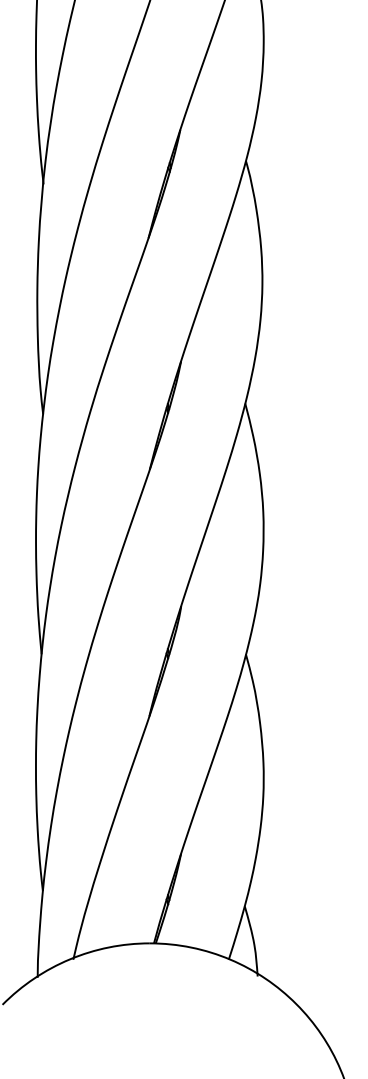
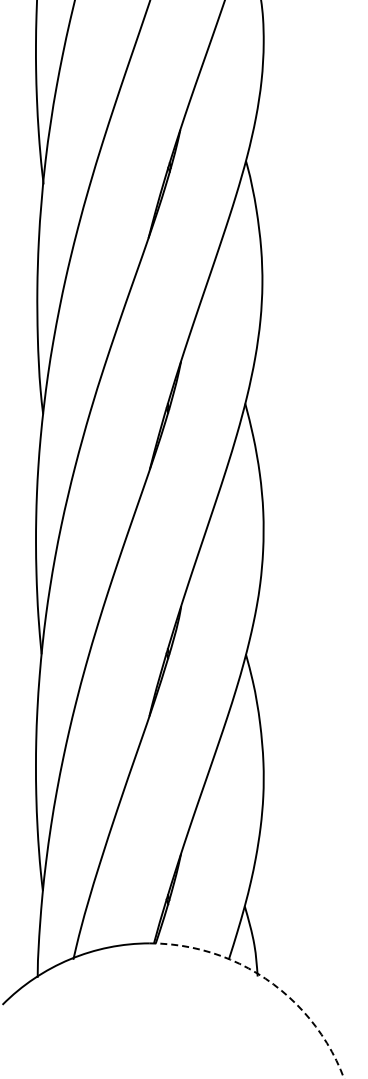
arc at (266, 979): solid -> dashed
